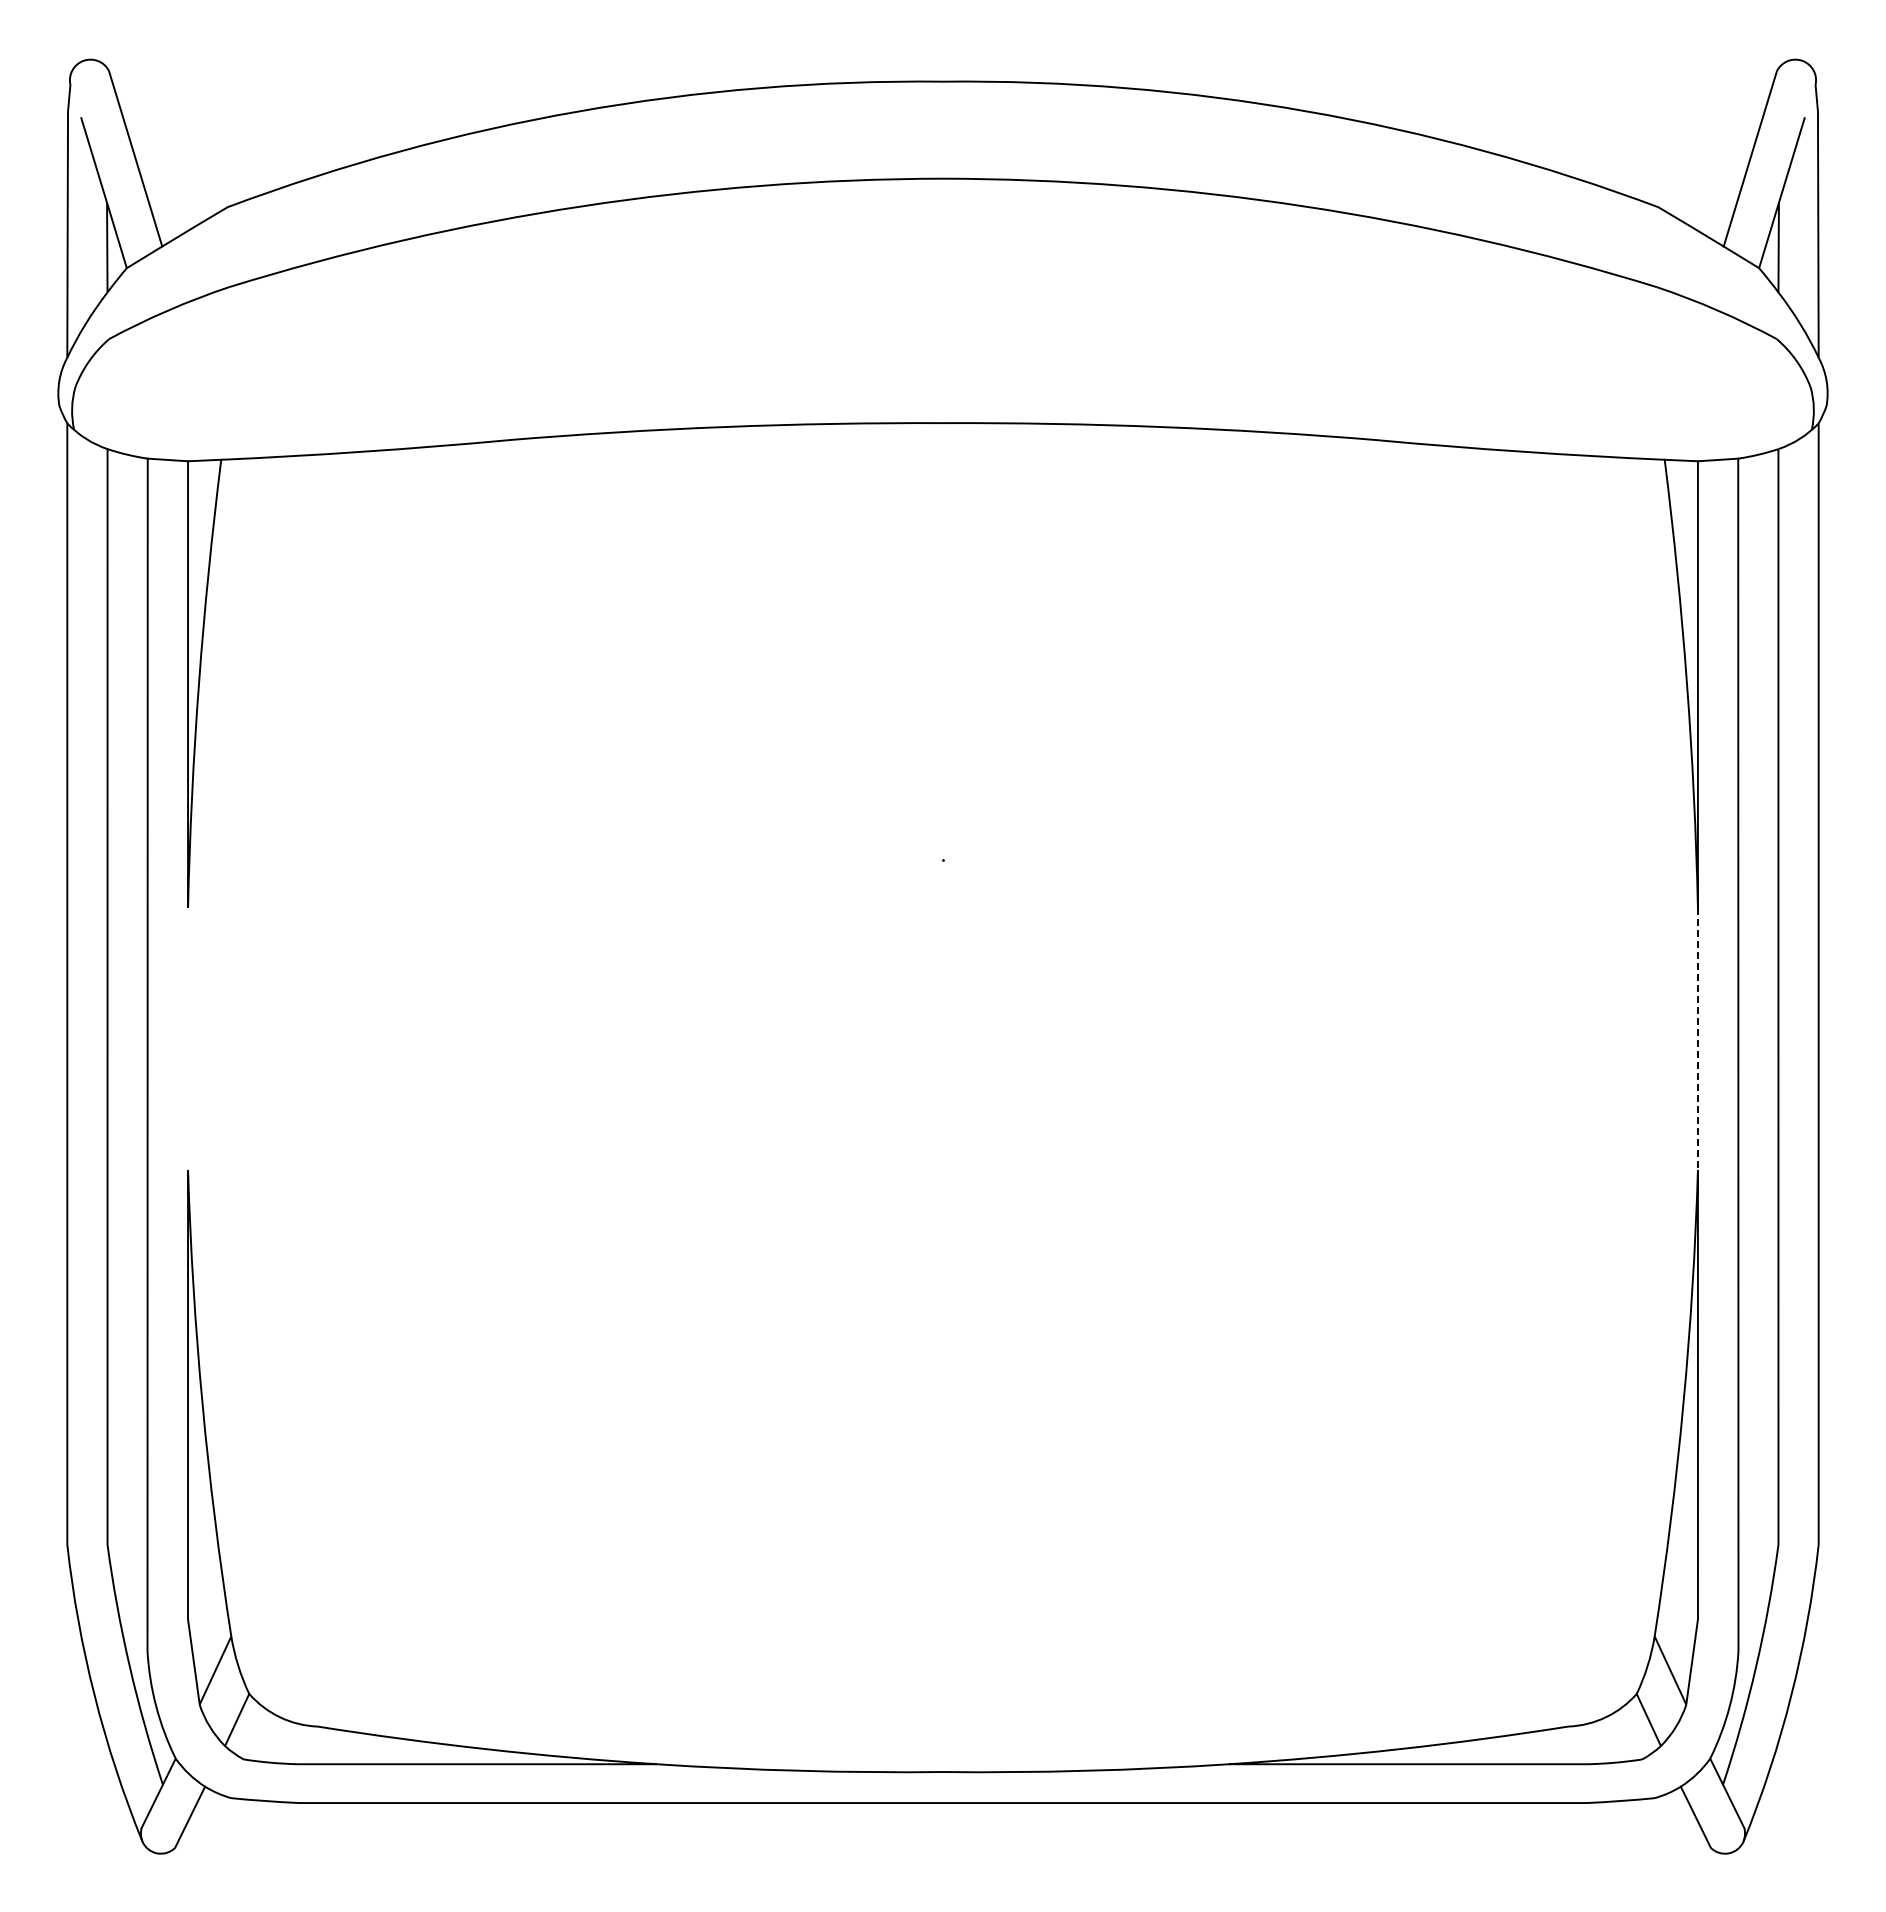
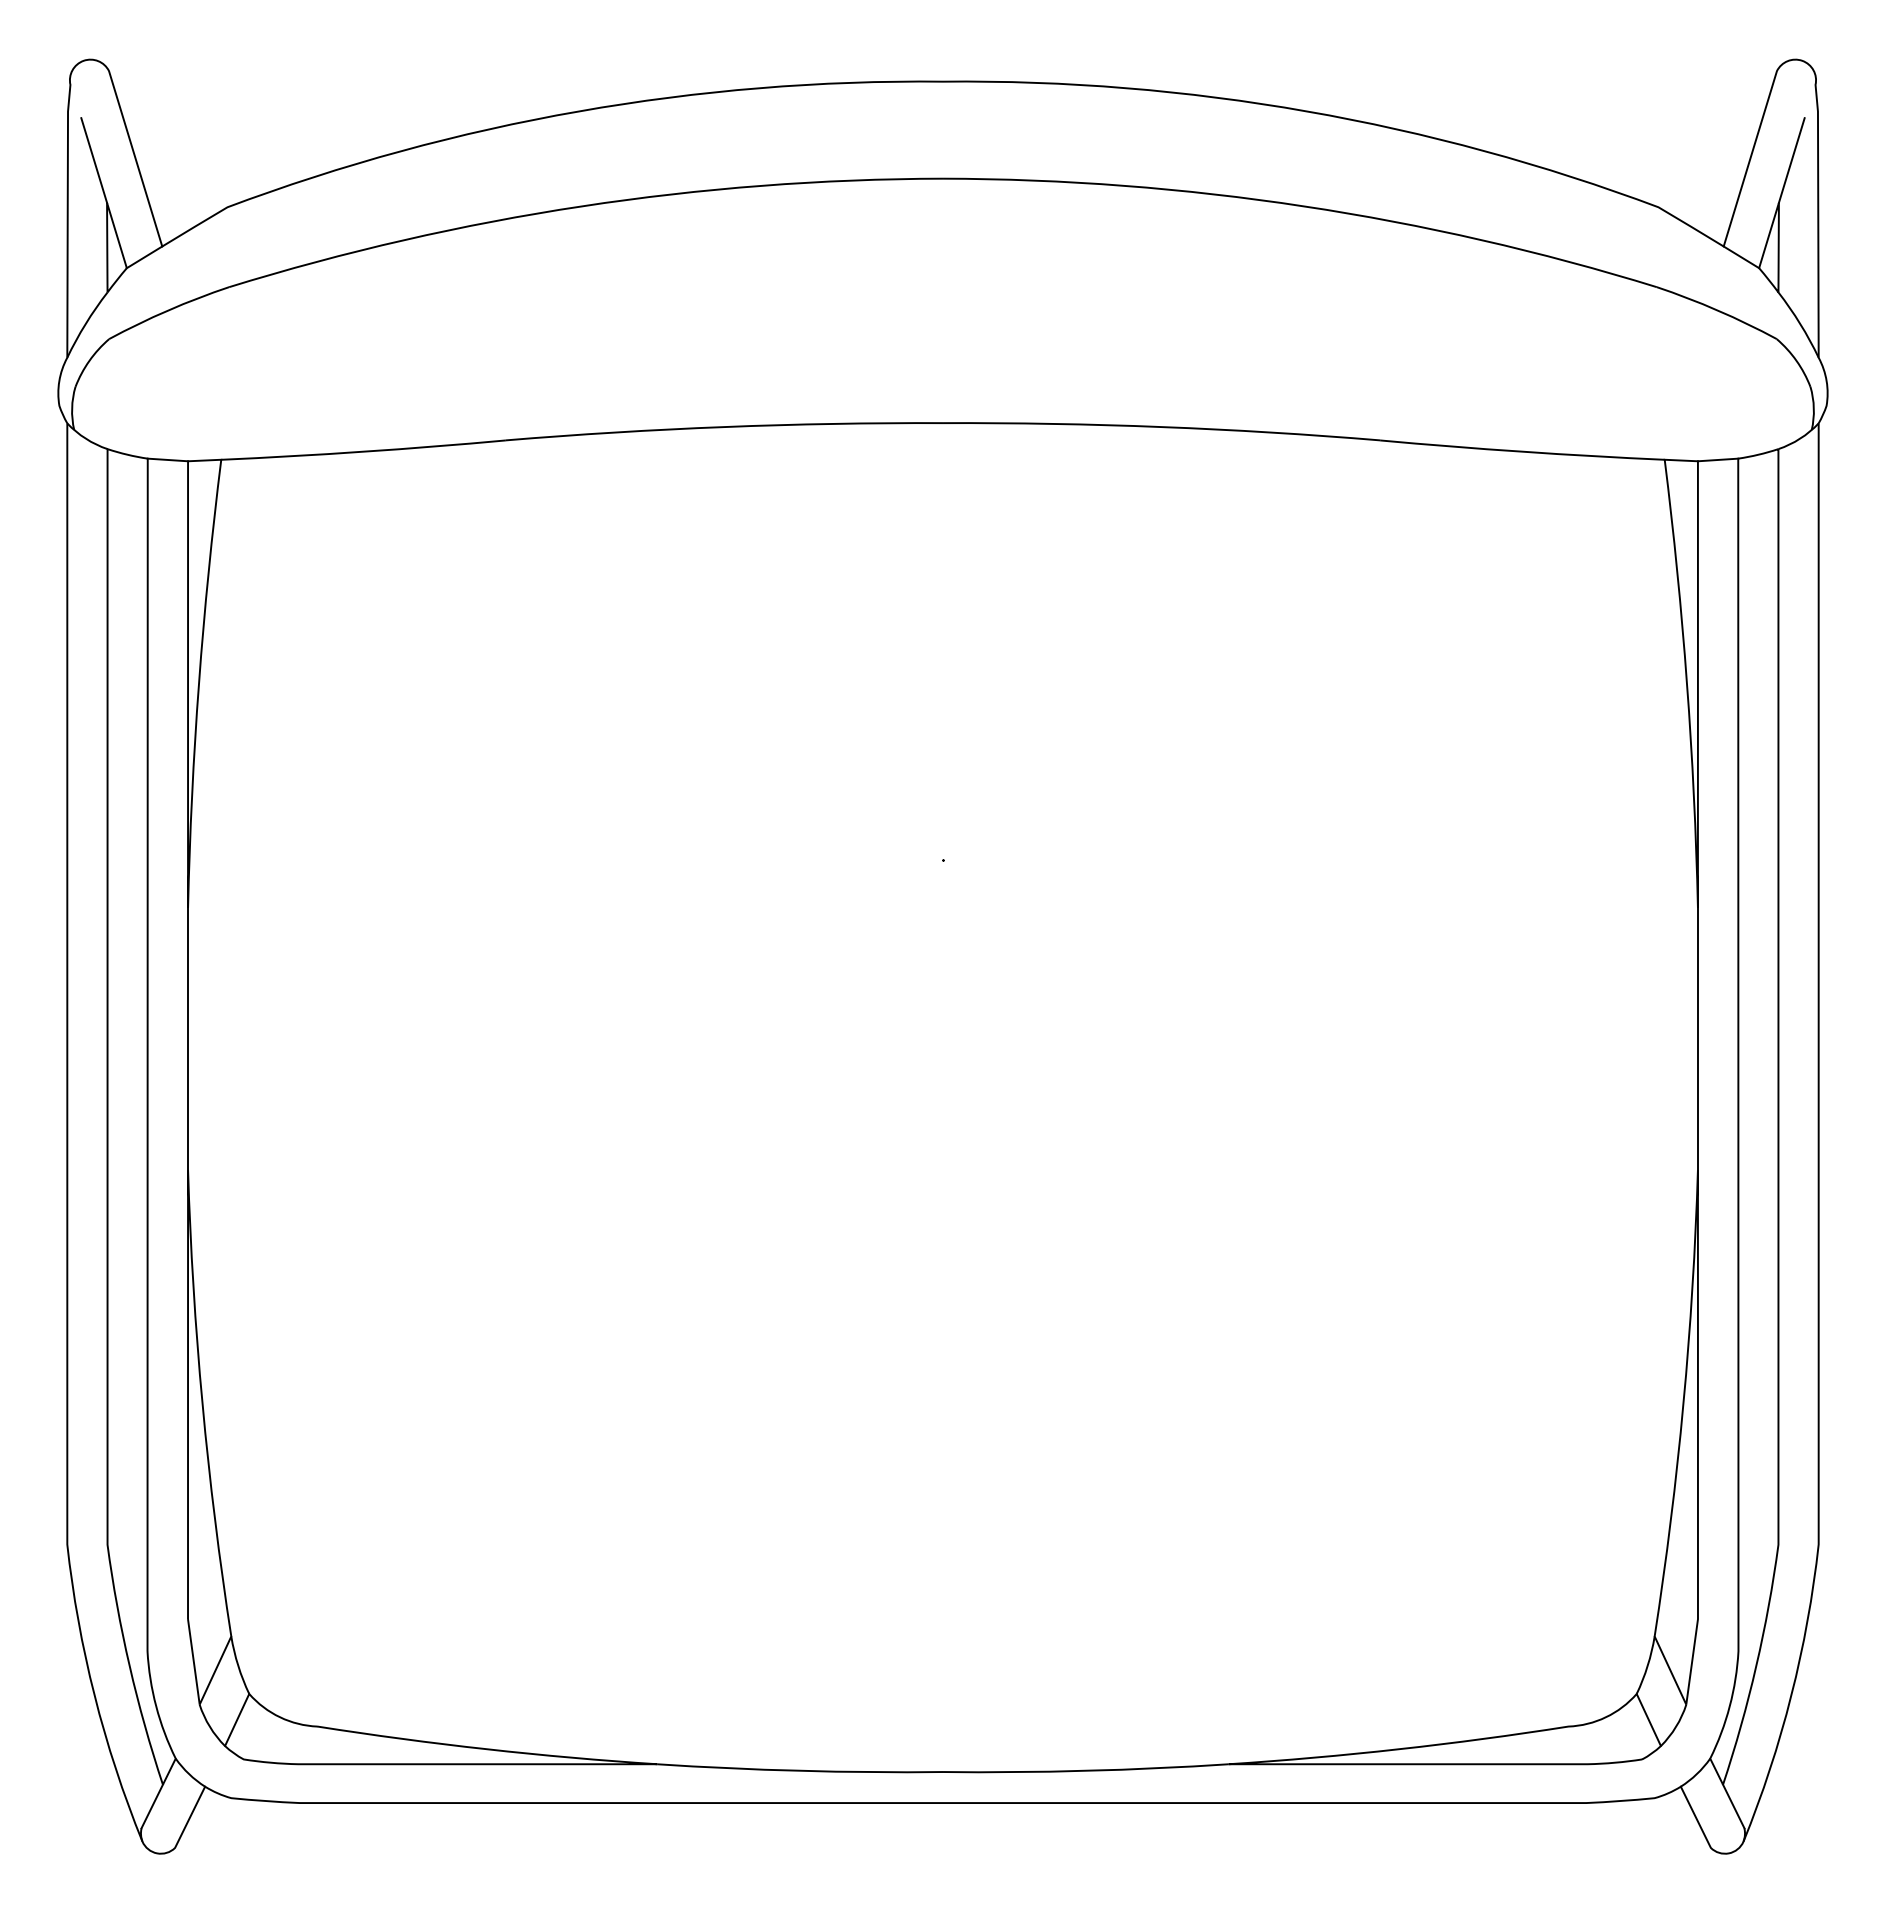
line at (188, 1038): none -> present
line at (1697, 1039): dashed -> solid
